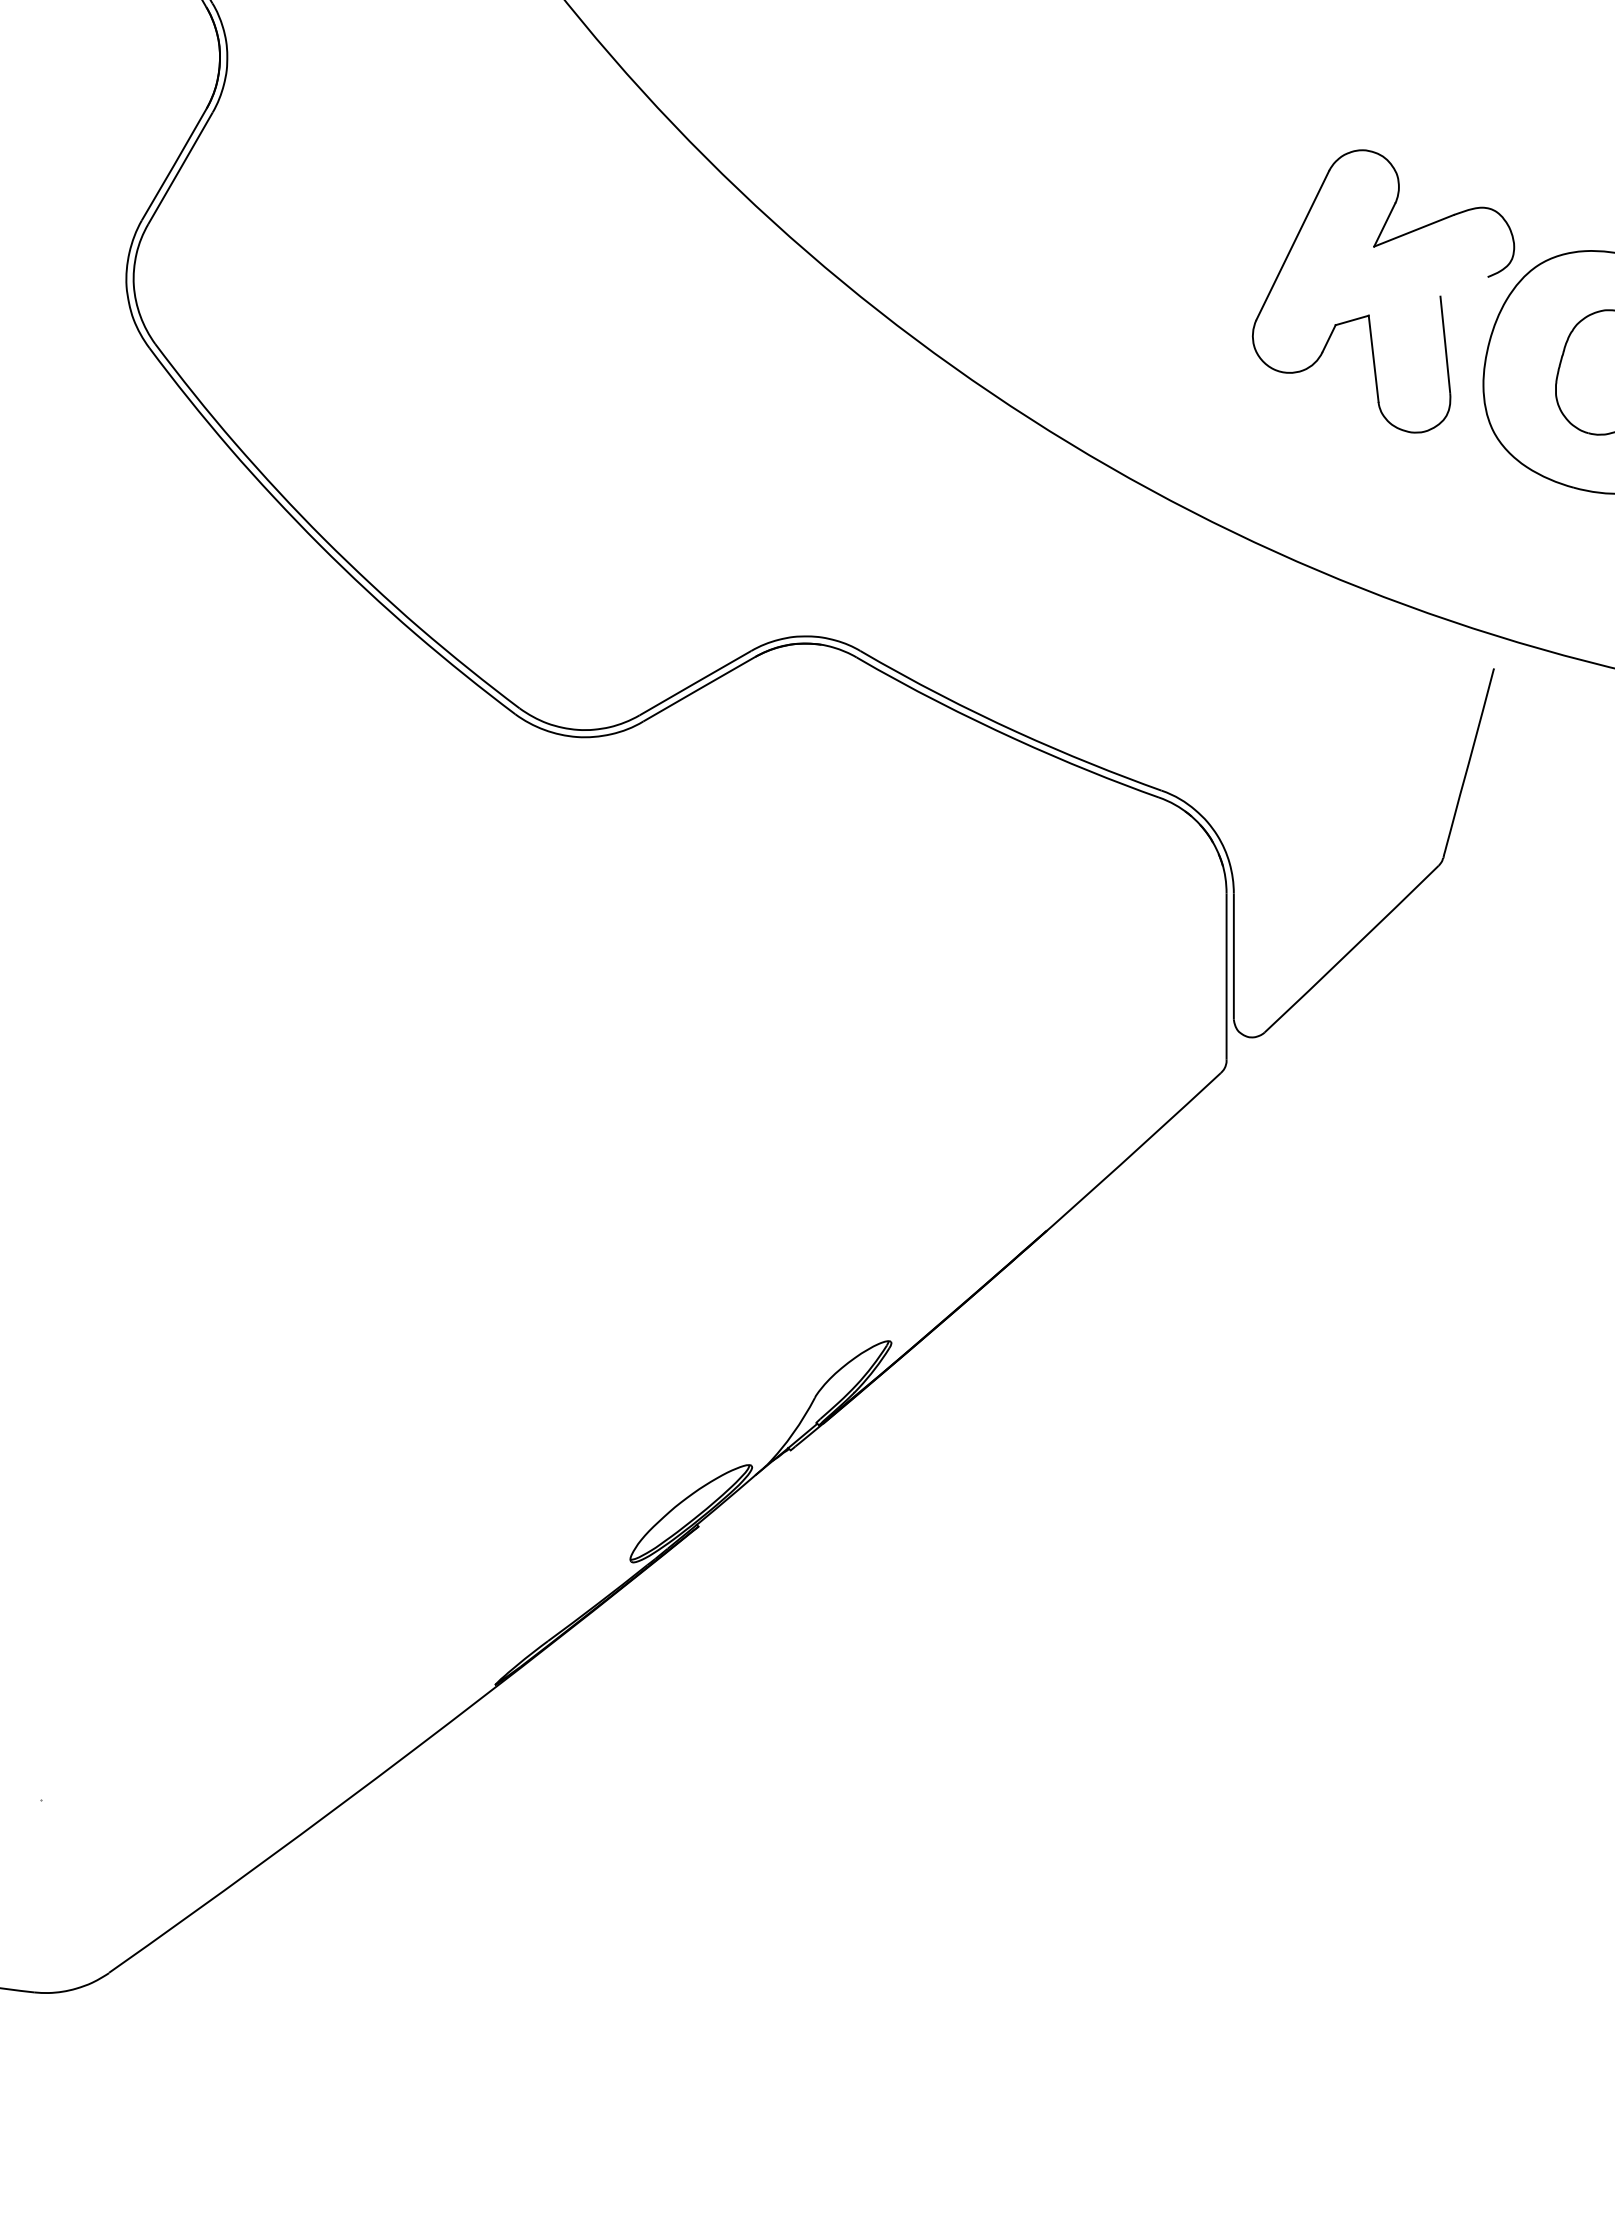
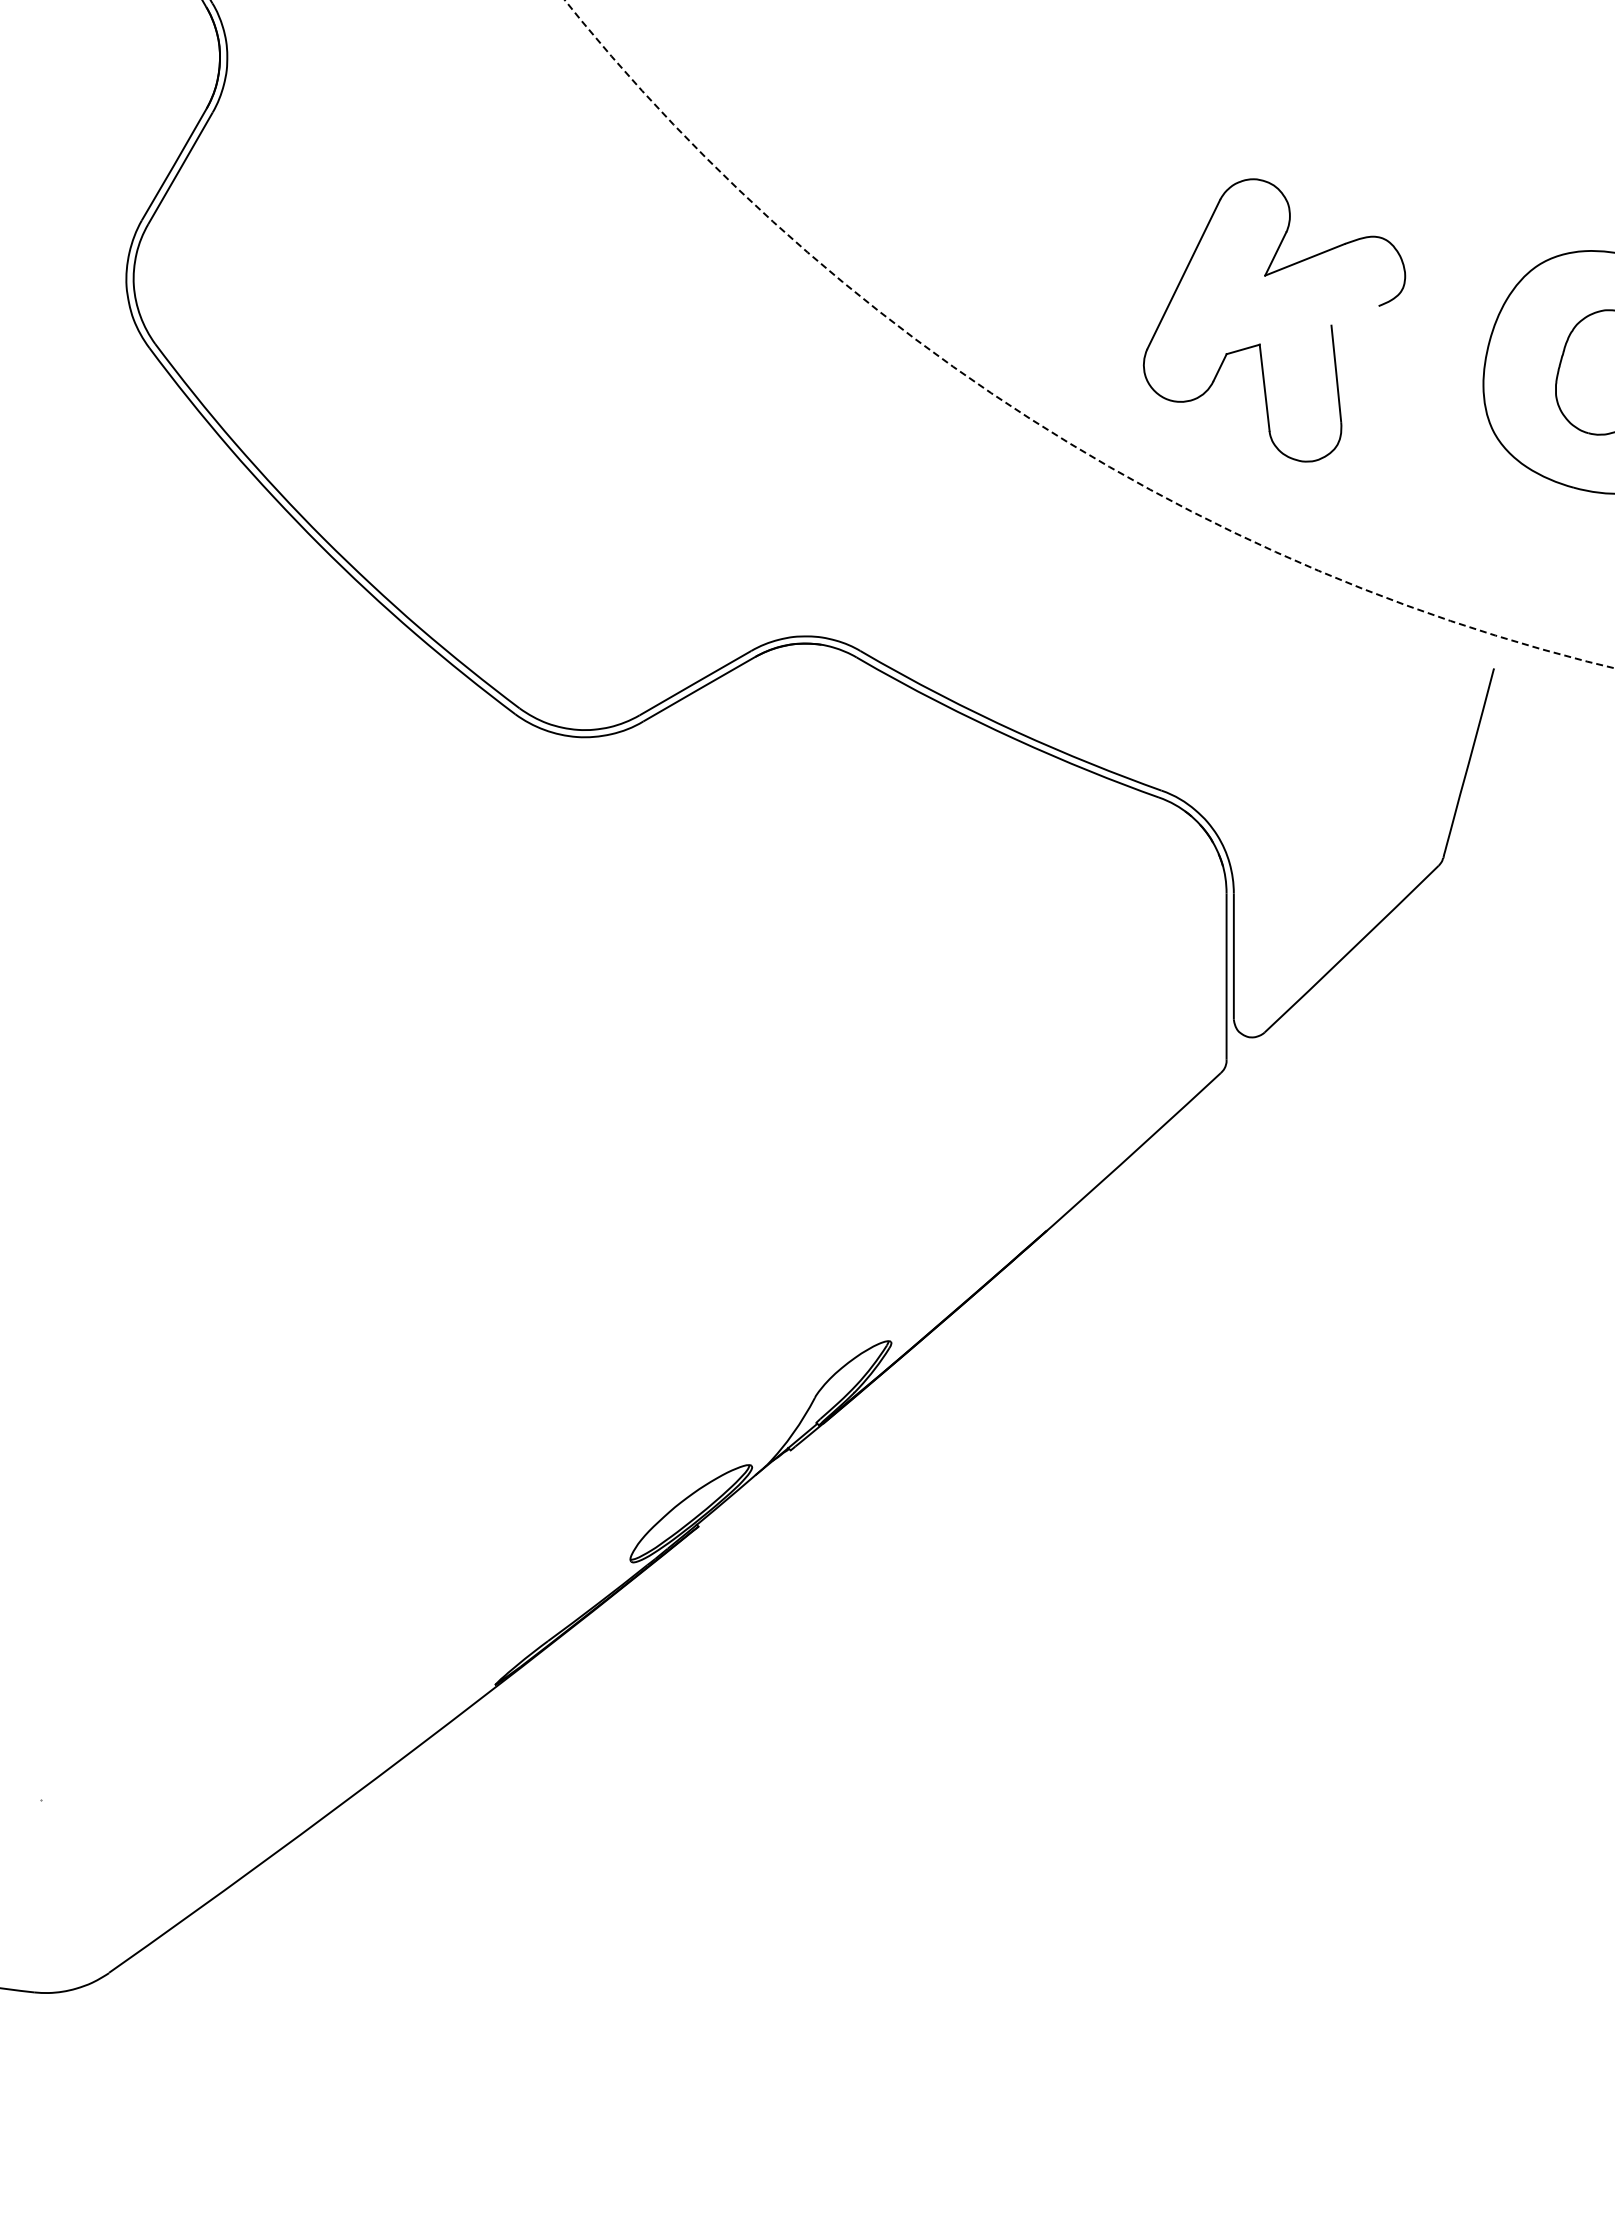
part at (1369, 314) position: (1369, 314) -> (1260, 343)
circle at (1089, 334): solid -> dashed
